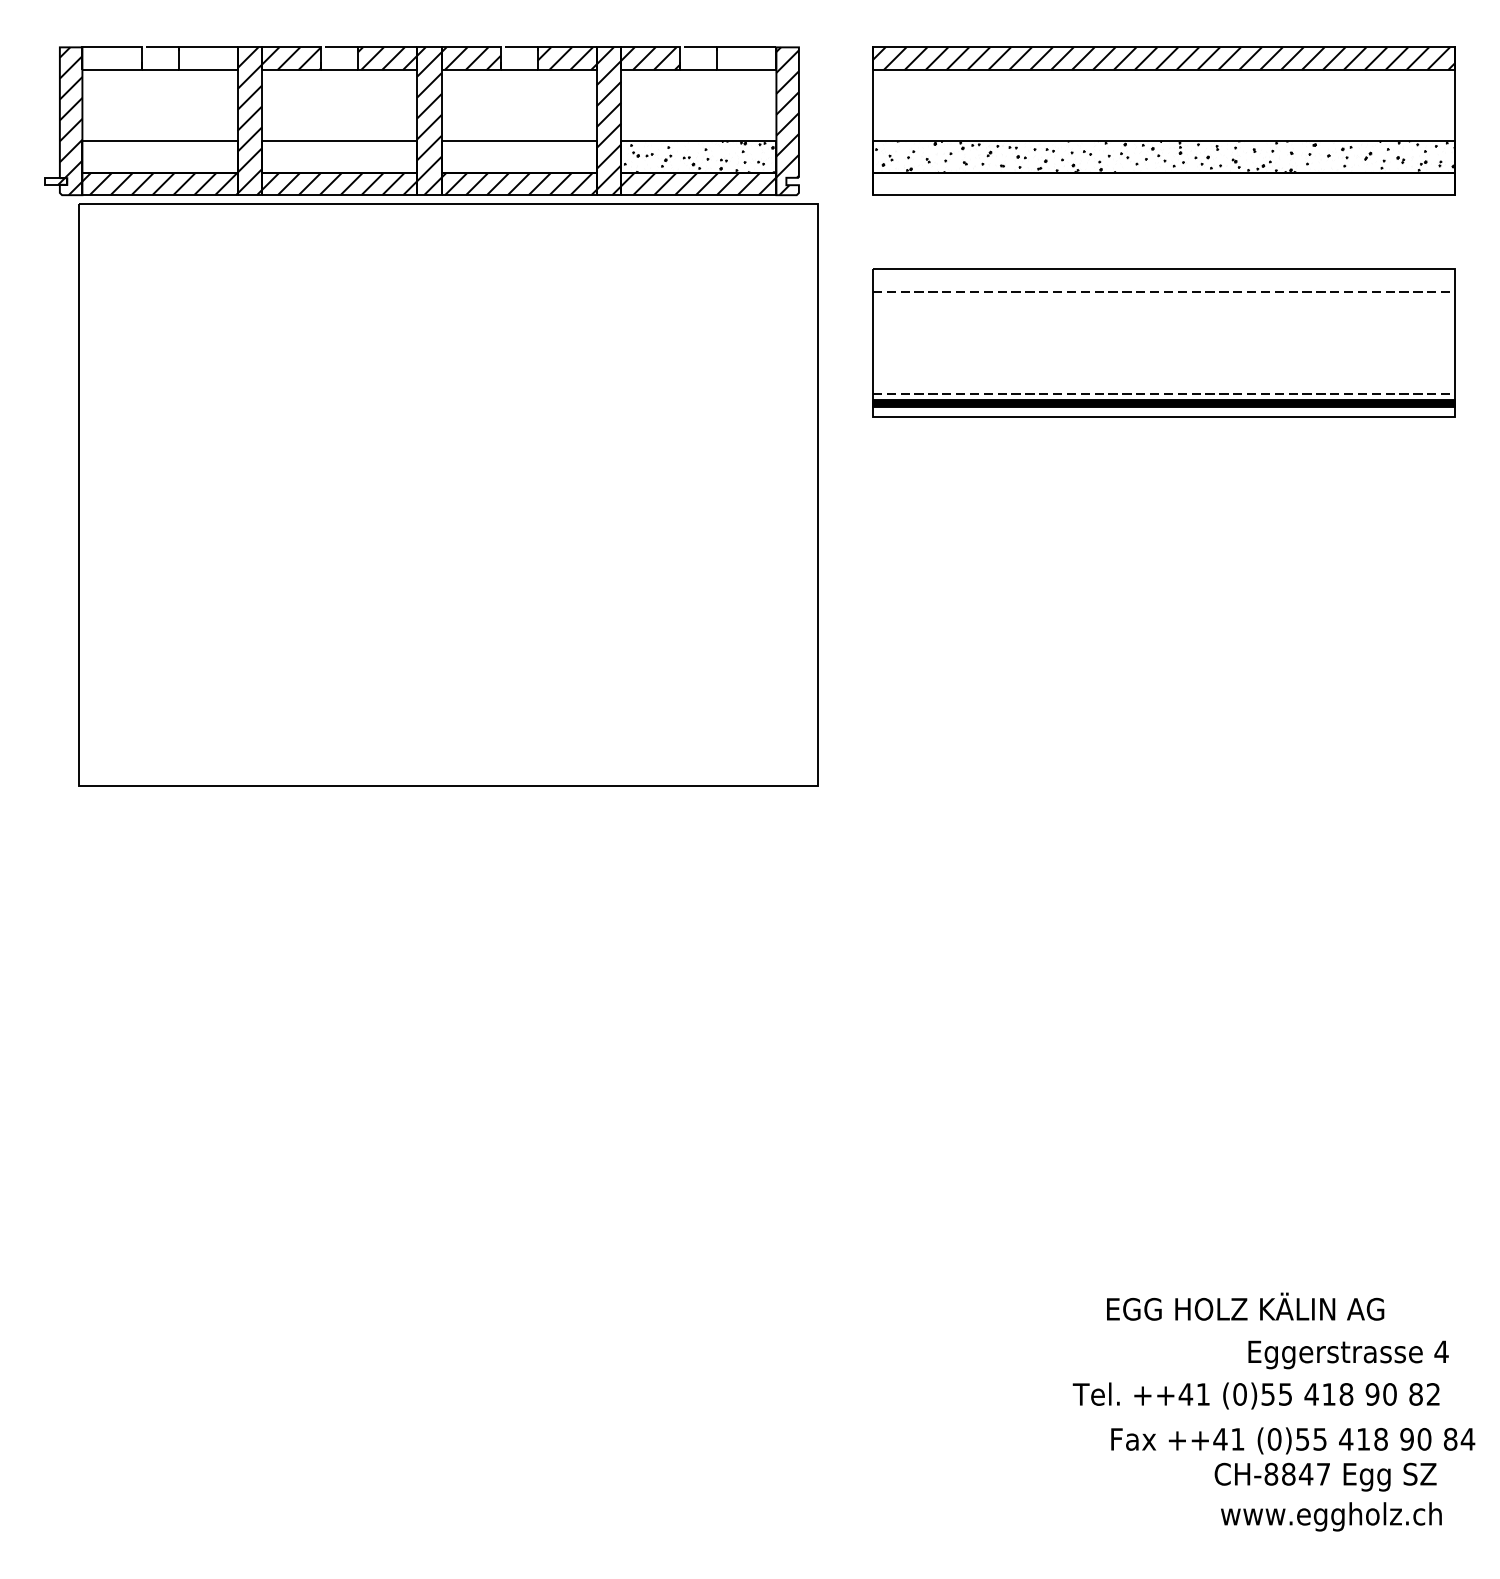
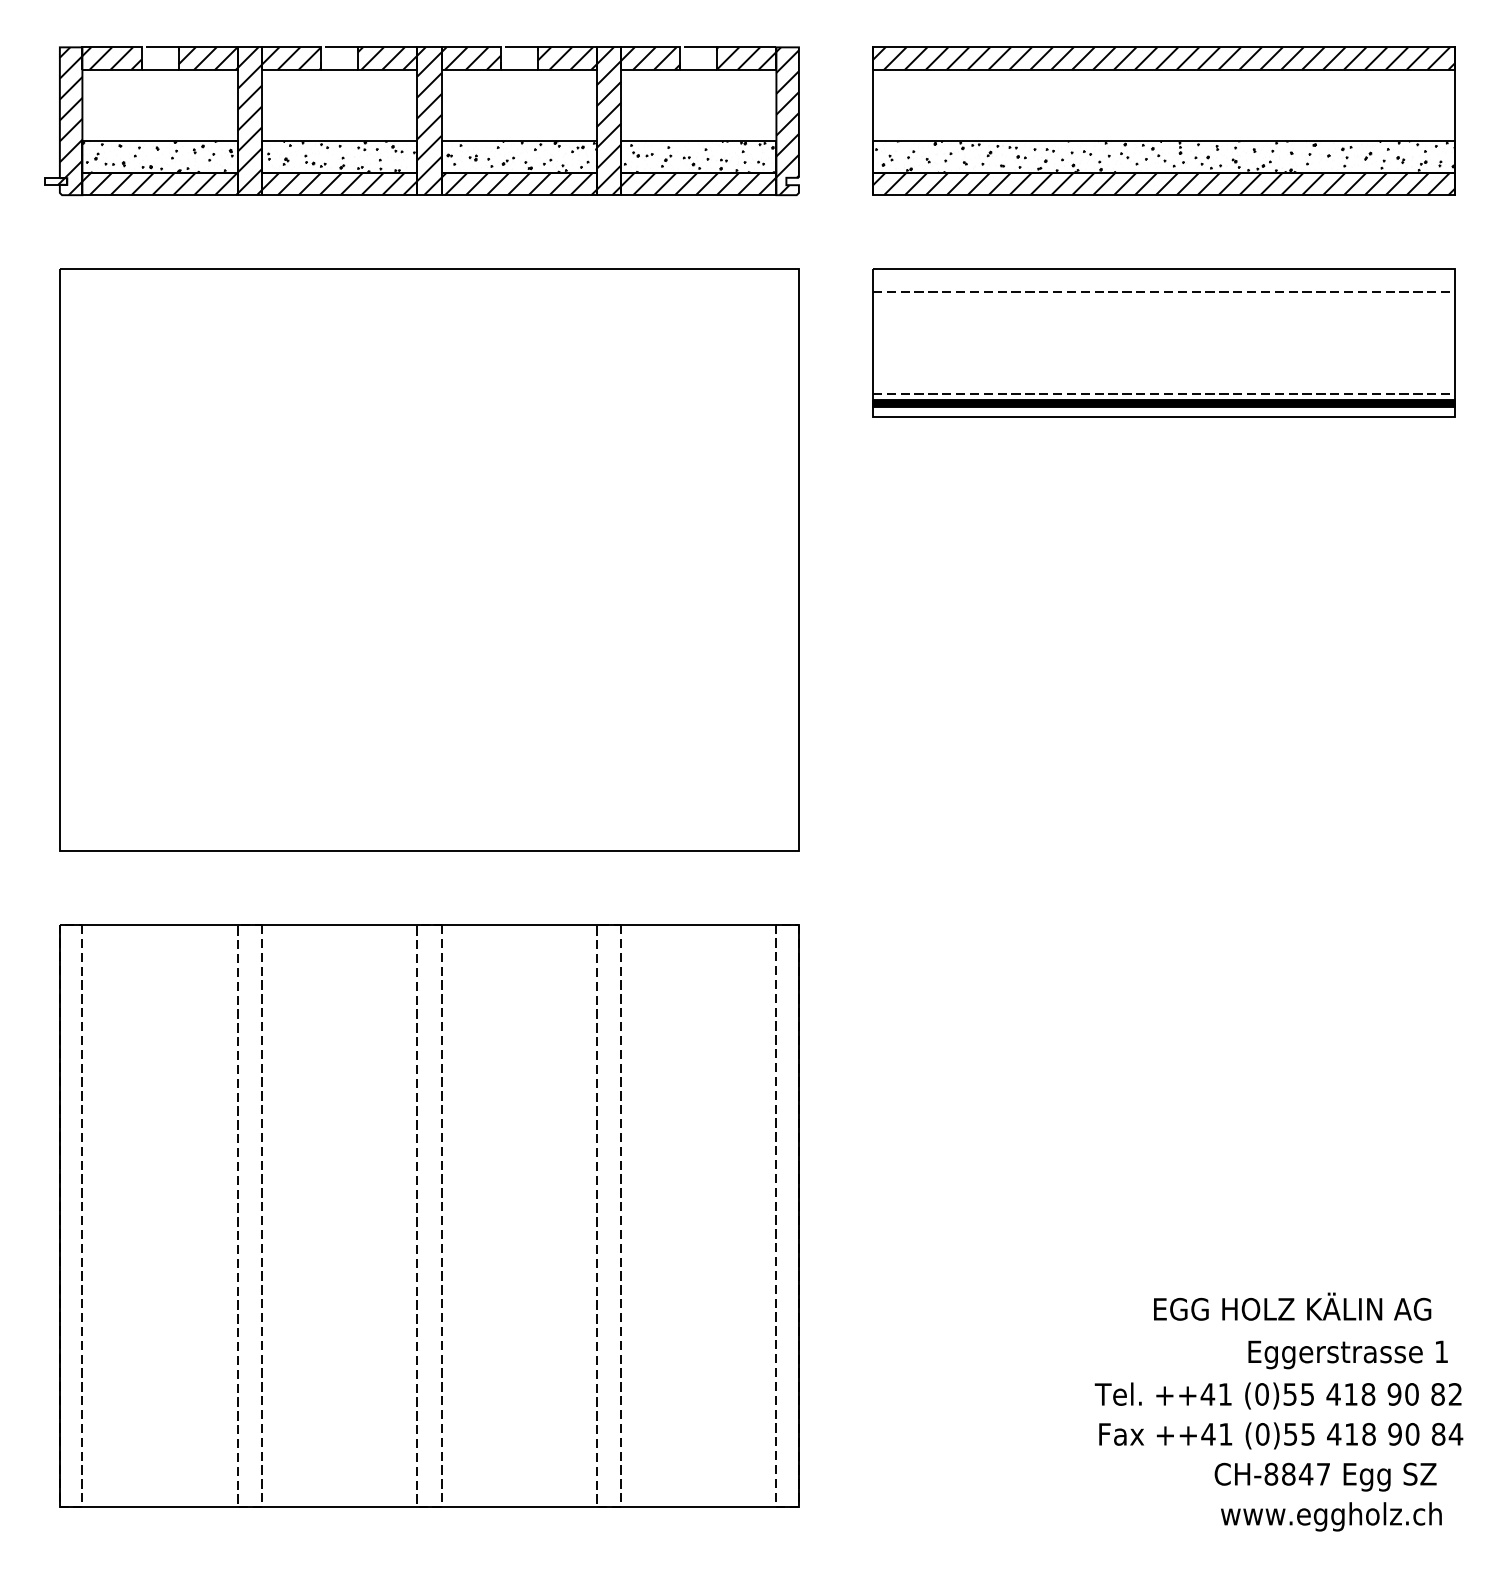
hatch at (111, 58): none -> present
hatch at (207, 58): none -> present
hatch at (746, 58): none -> present
hatch at (159, 156): none -> present
hatch at (339, 156): none -> present
hatch at (519, 156): none -> present
hatch at (1163, 183): none -> present
part at (448, 494) position: (448, 494) -> (429, 559)
part at (429, 1215): none -> present
text at (1245, 1306) position: (1245, 1306) -> (1292, 1306)
text at (1441, 1351): 4 -> 1
text at (1255, 1395) position: (1255, 1395) -> (1277, 1395)
text at (1293, 1440) position: (1293, 1440) -> (1281, 1435)
